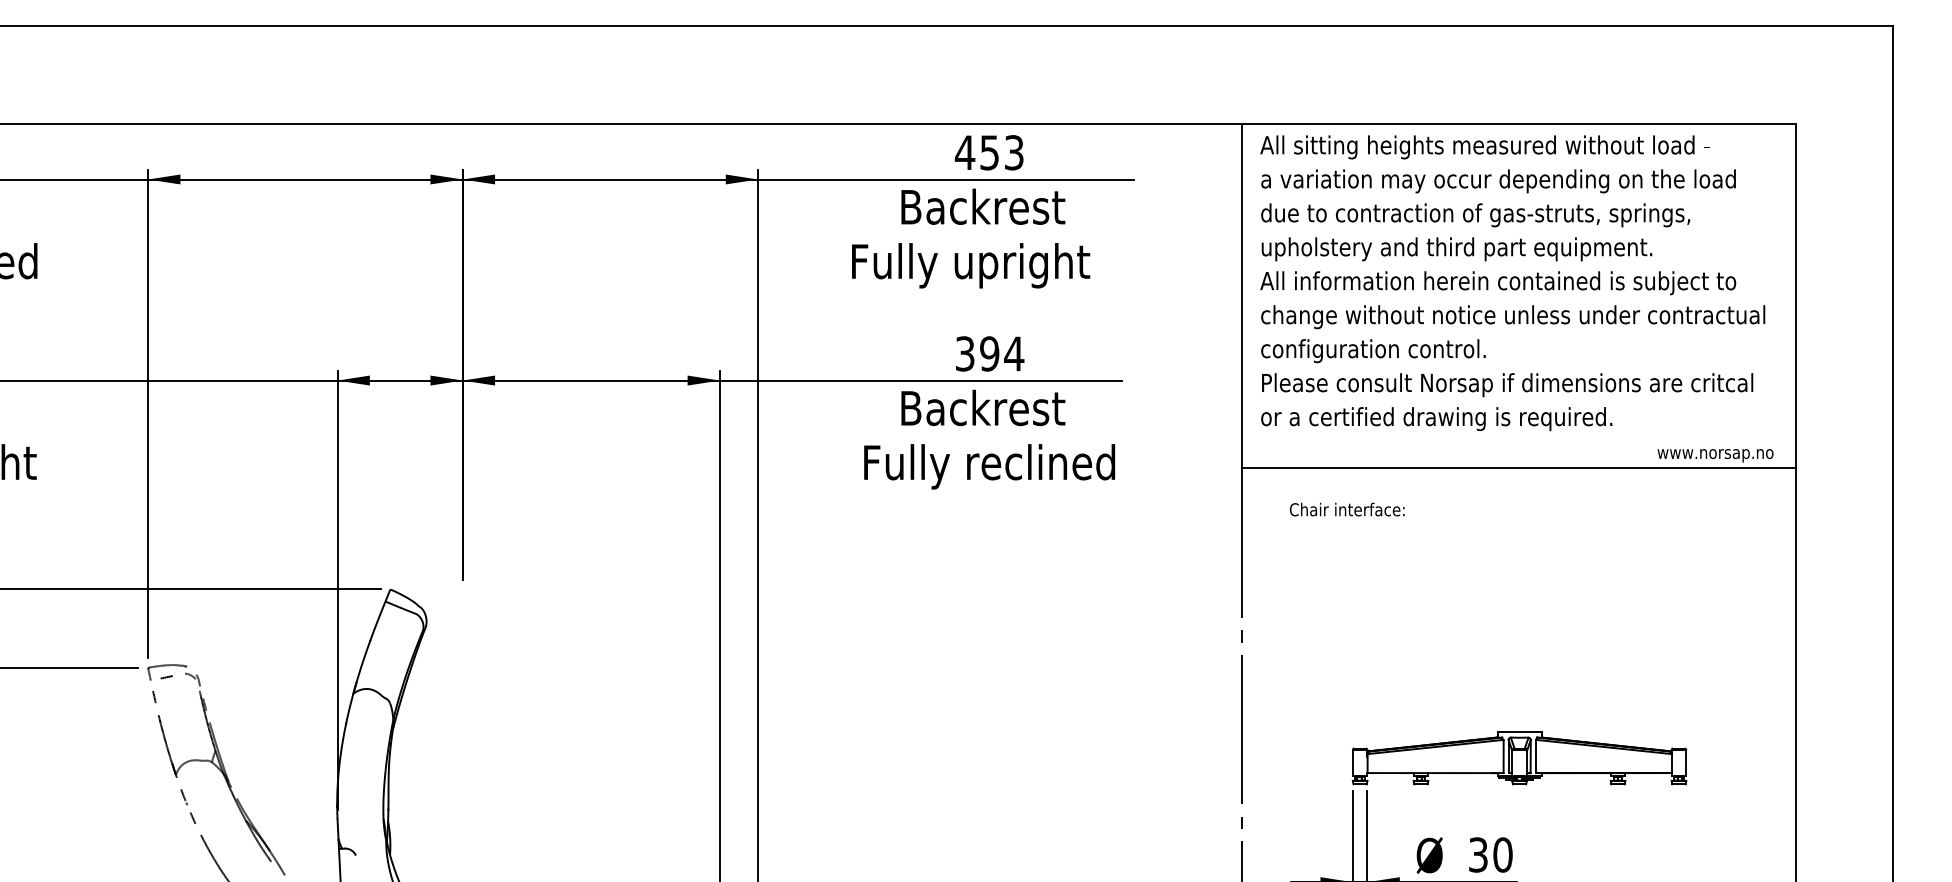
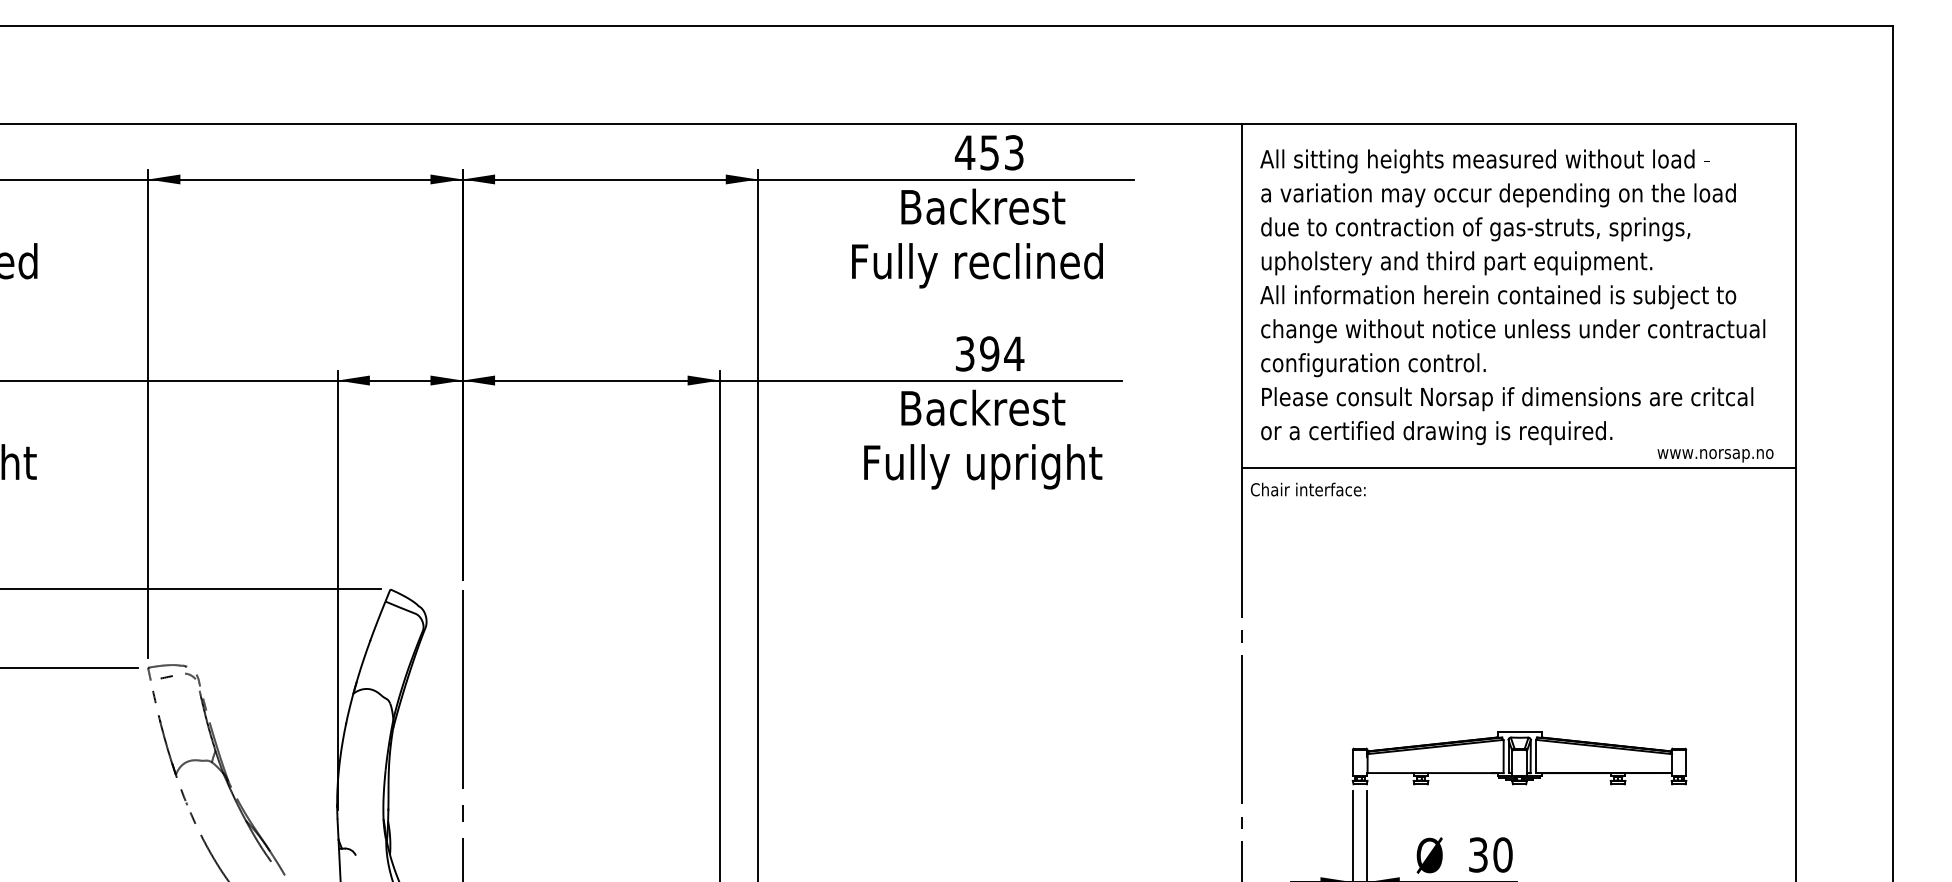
text at (1028, 265): Fully upright -> Fully reclined
text at (1512, 283) position: (1512, 283) -> (1512, 297)
text at (1040, 466): Fully reclined -> Fully upright
text at (1347, 509) position: (1347, 509) -> (1308, 489)
line at (462, 733): none -> present
